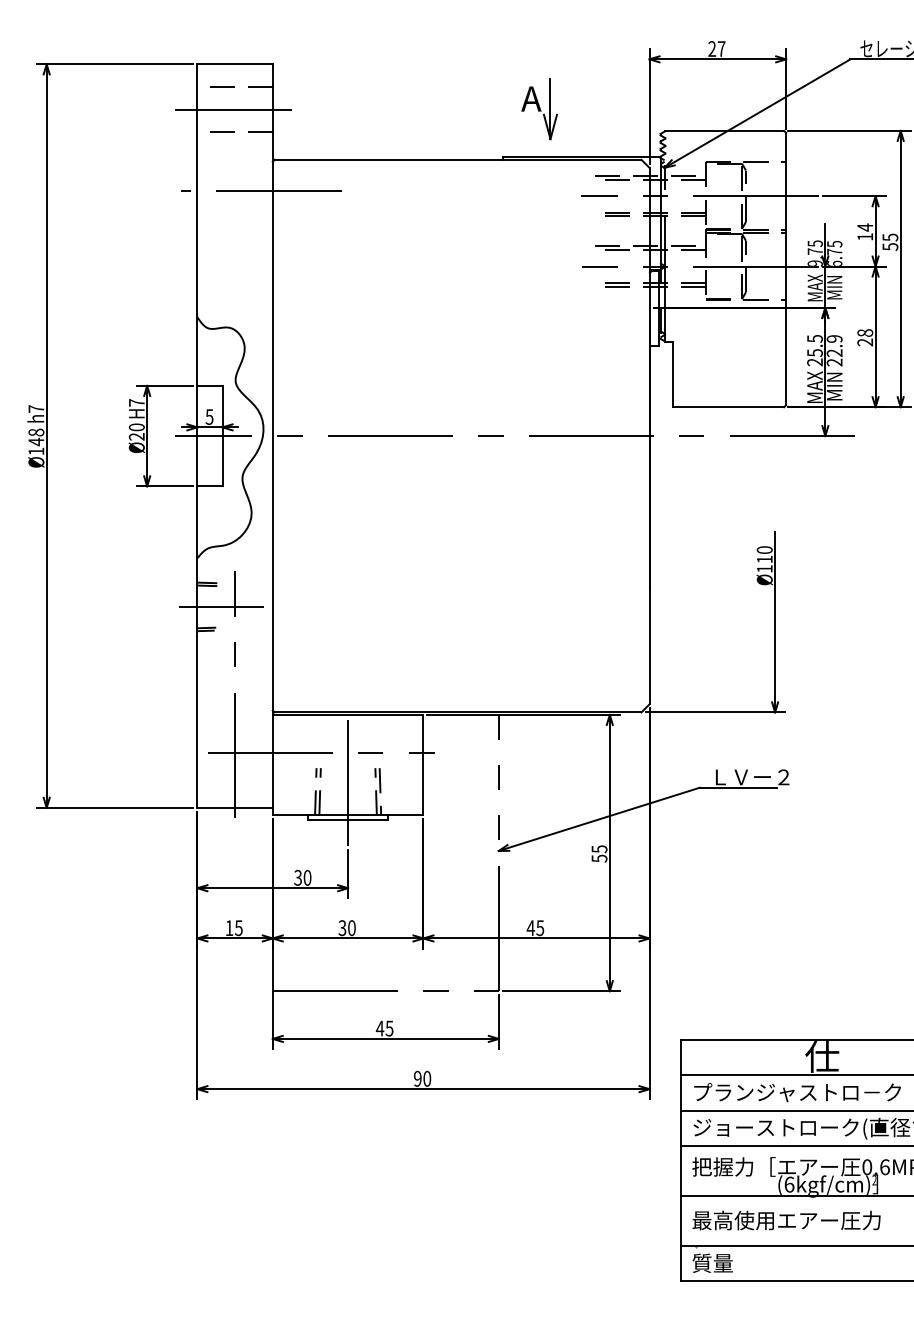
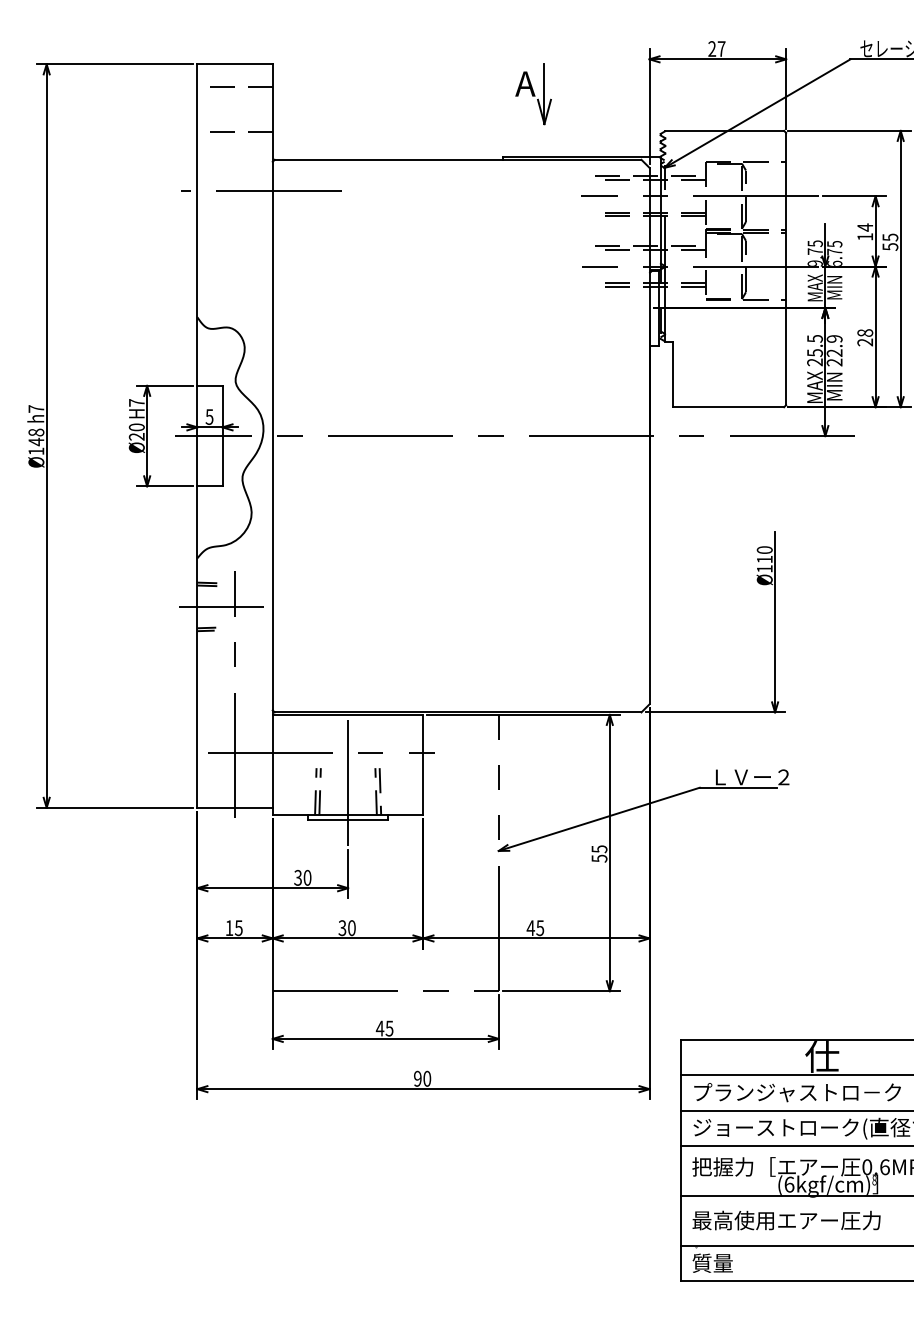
line at (233, 109): present -> none
part at (539, 109) position: (539, 109) -> (533, 94)
text at (874, 1180): 2 -> 8
